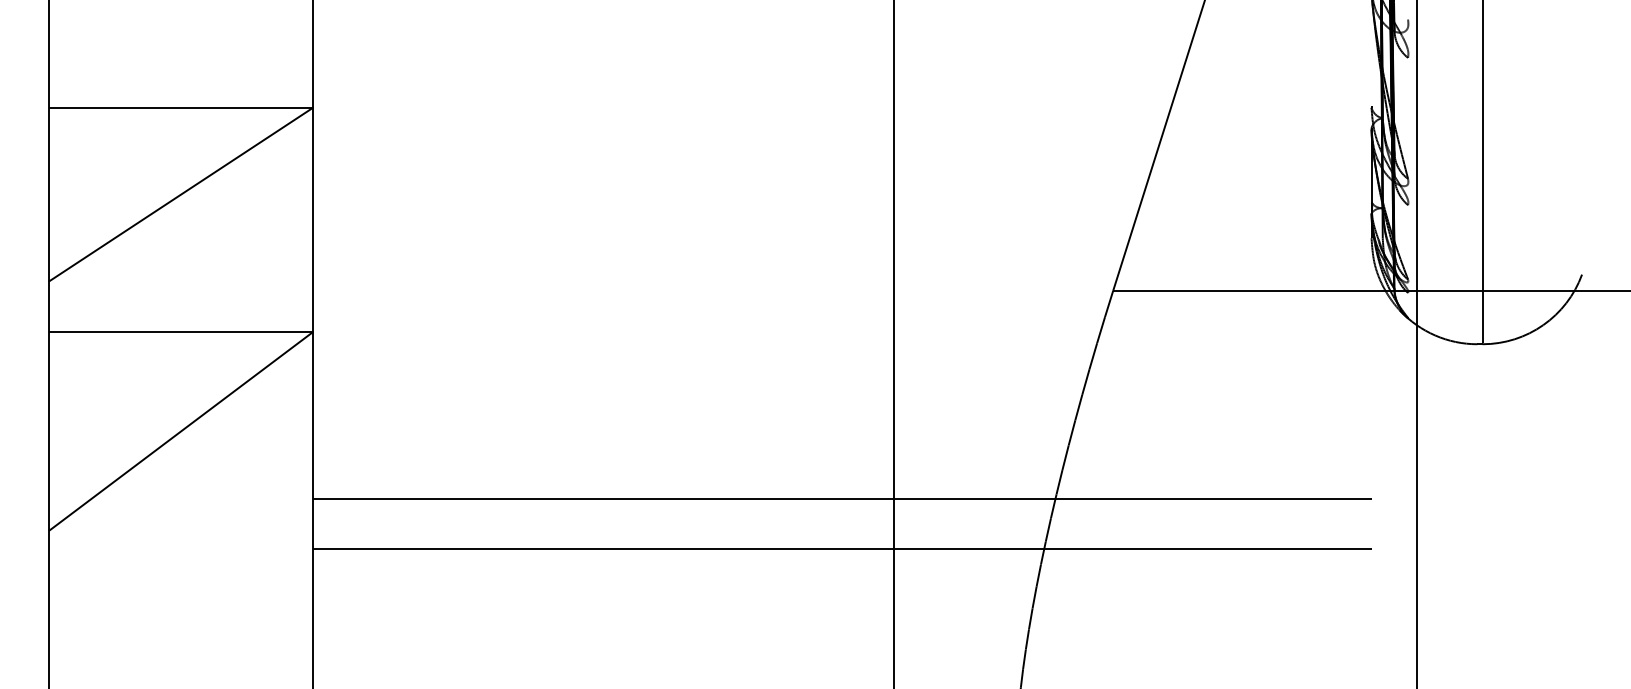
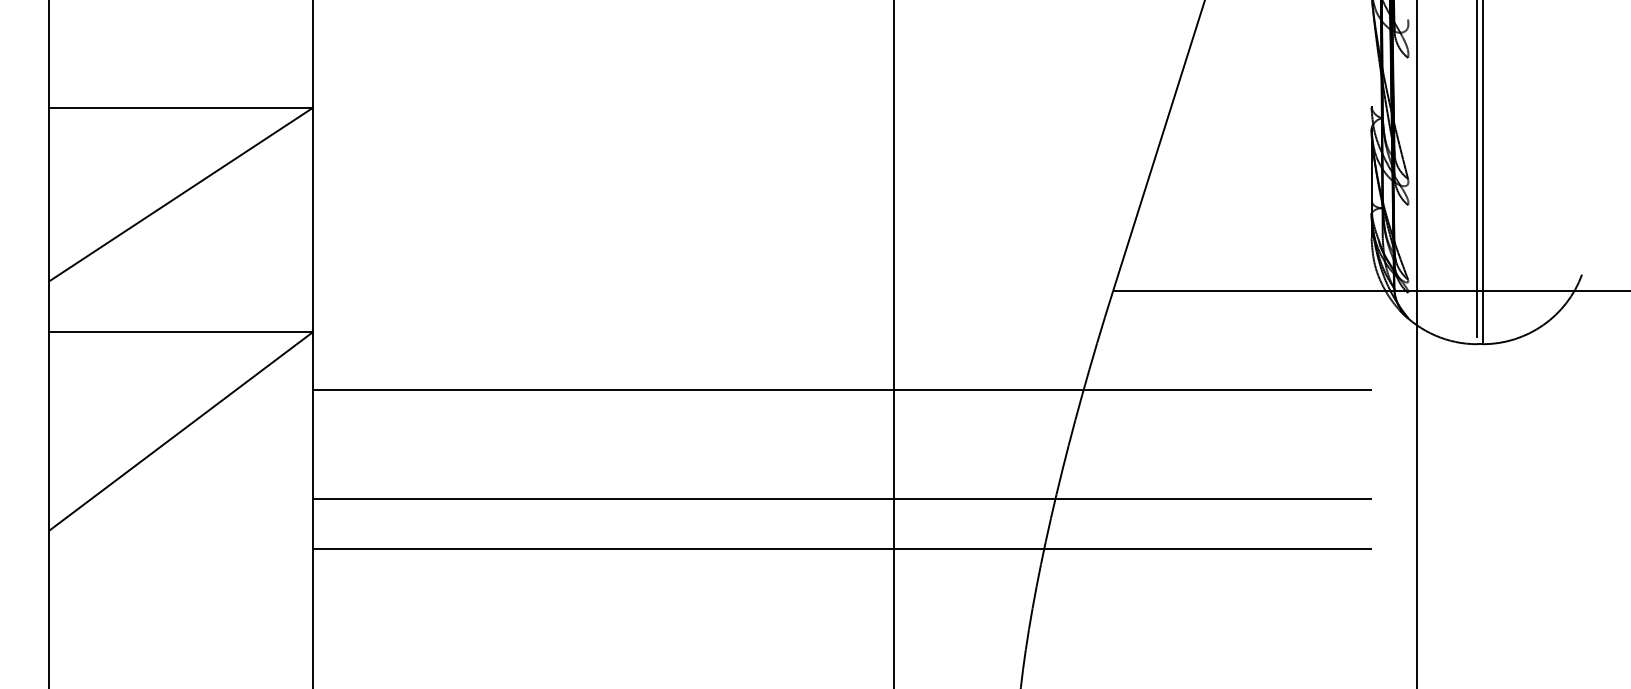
line at (1477, 169): none -> present
line at (842, 389): none -> present
